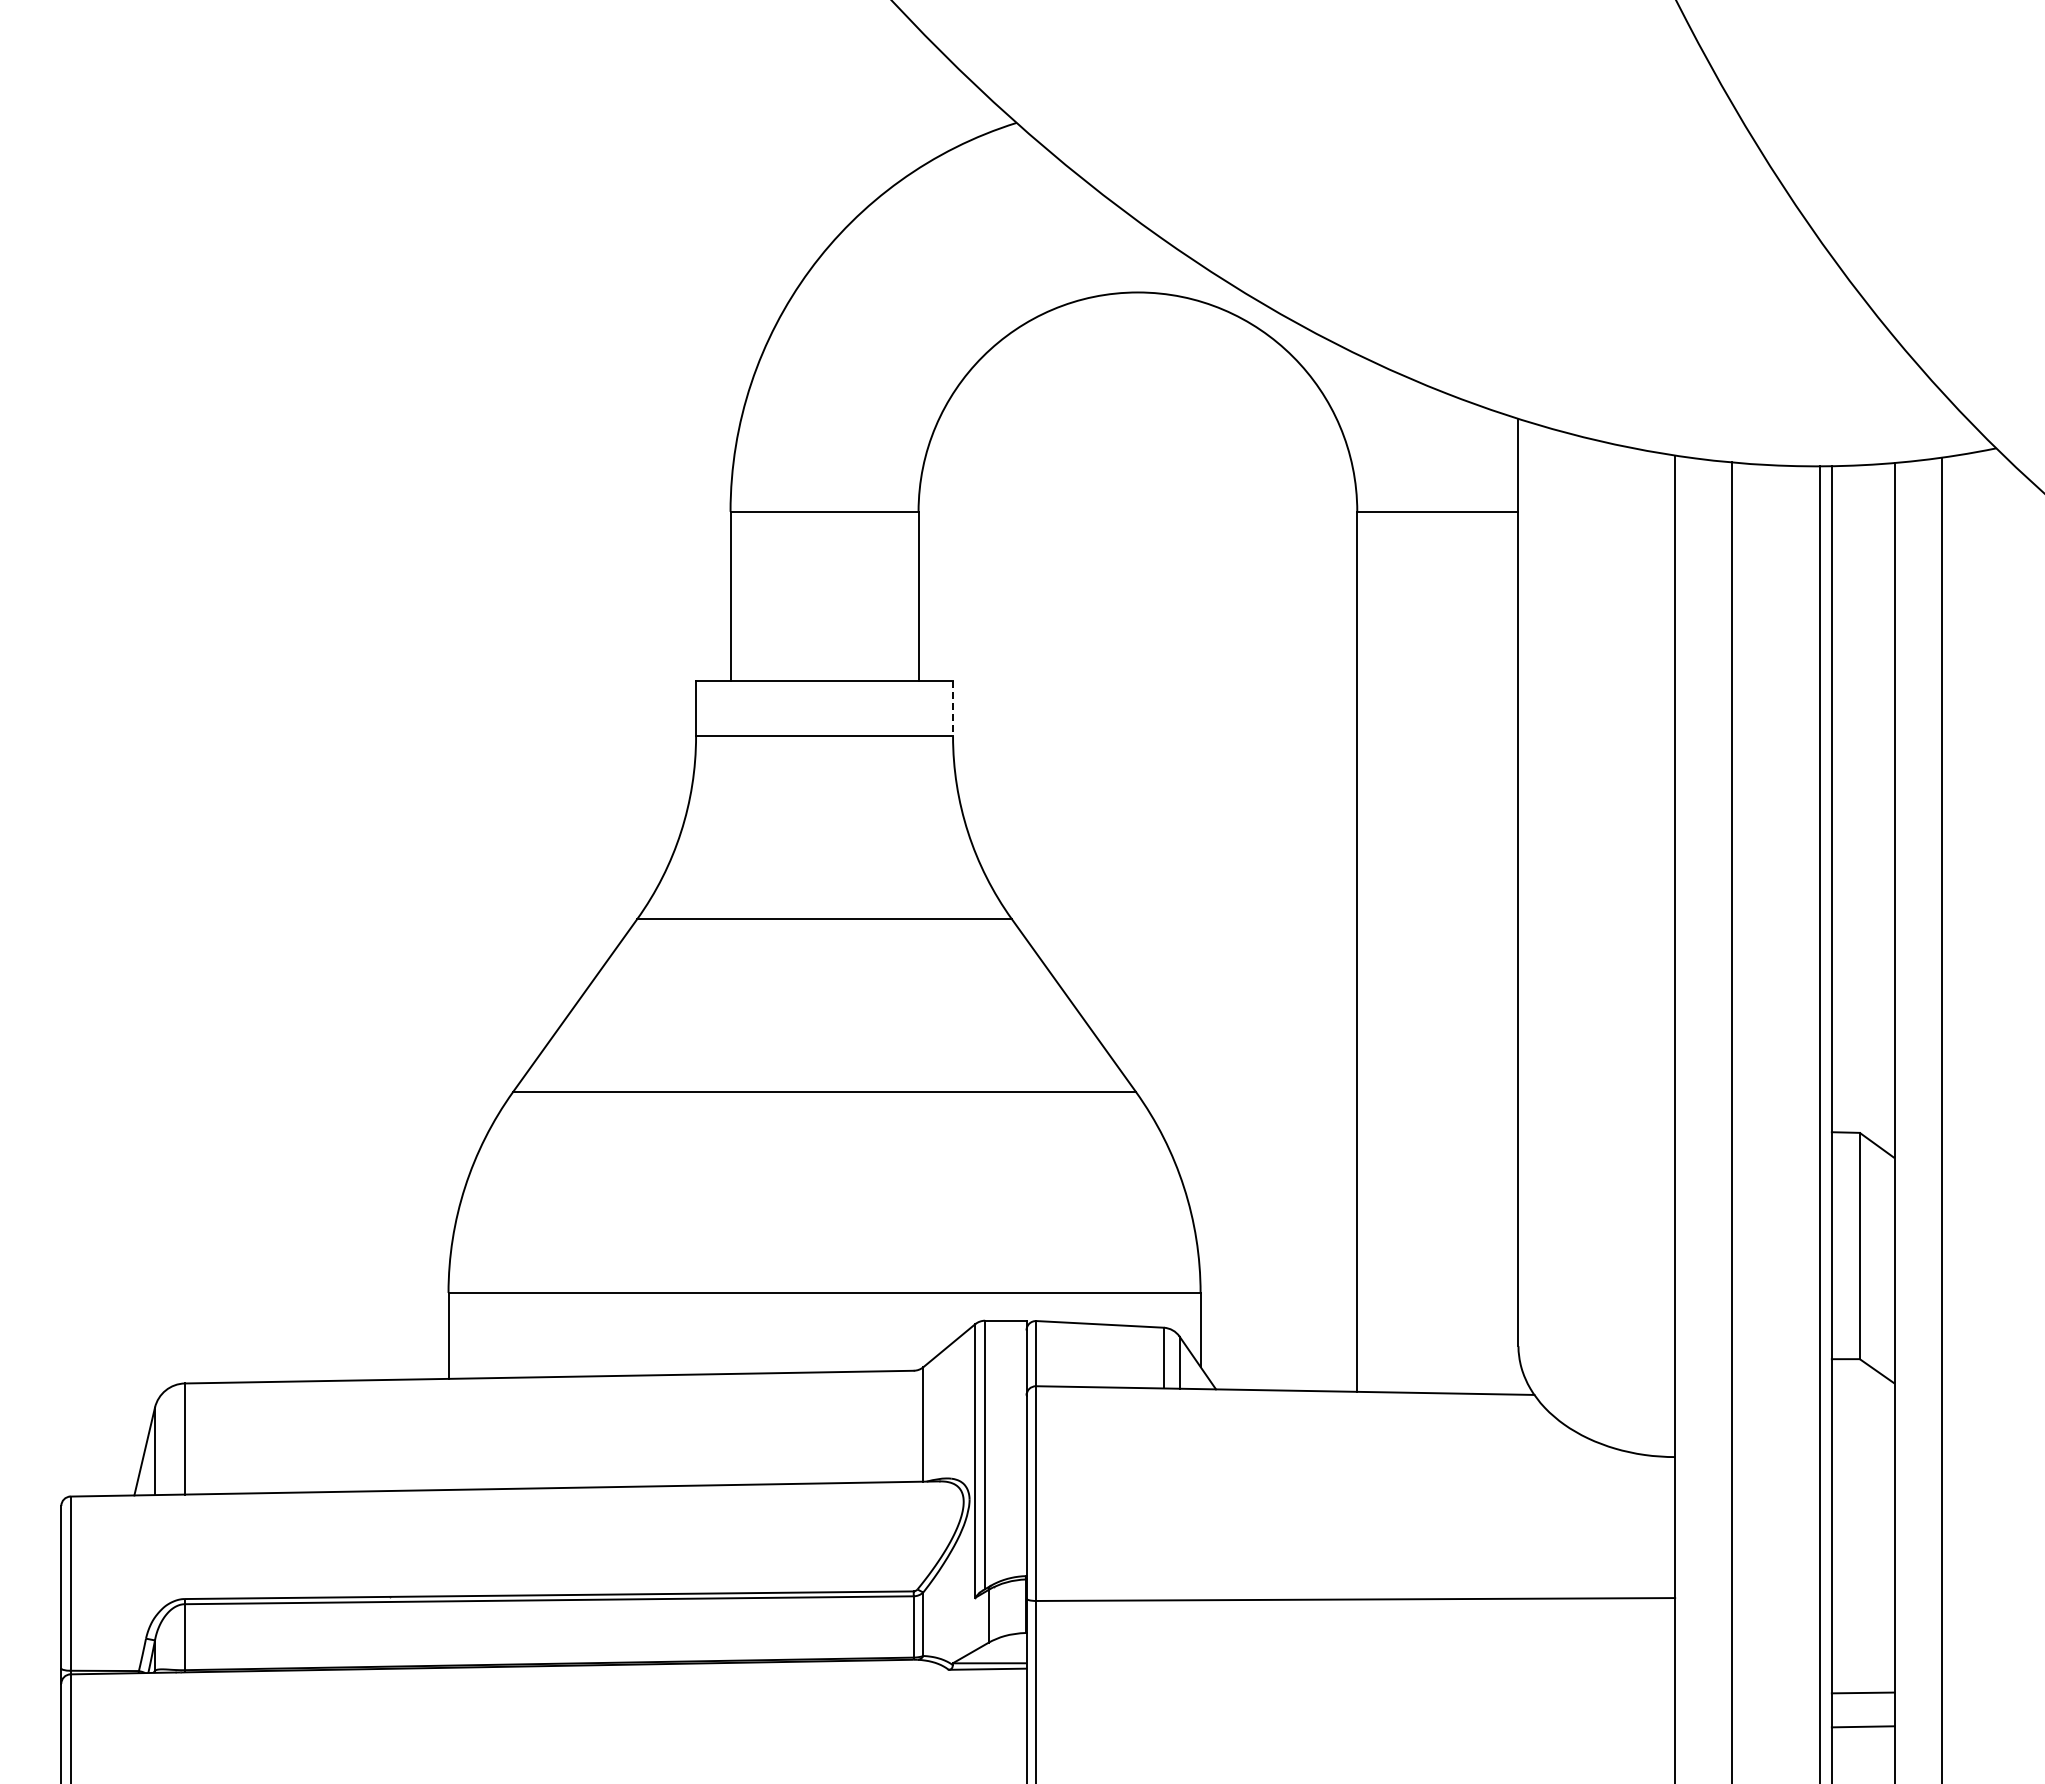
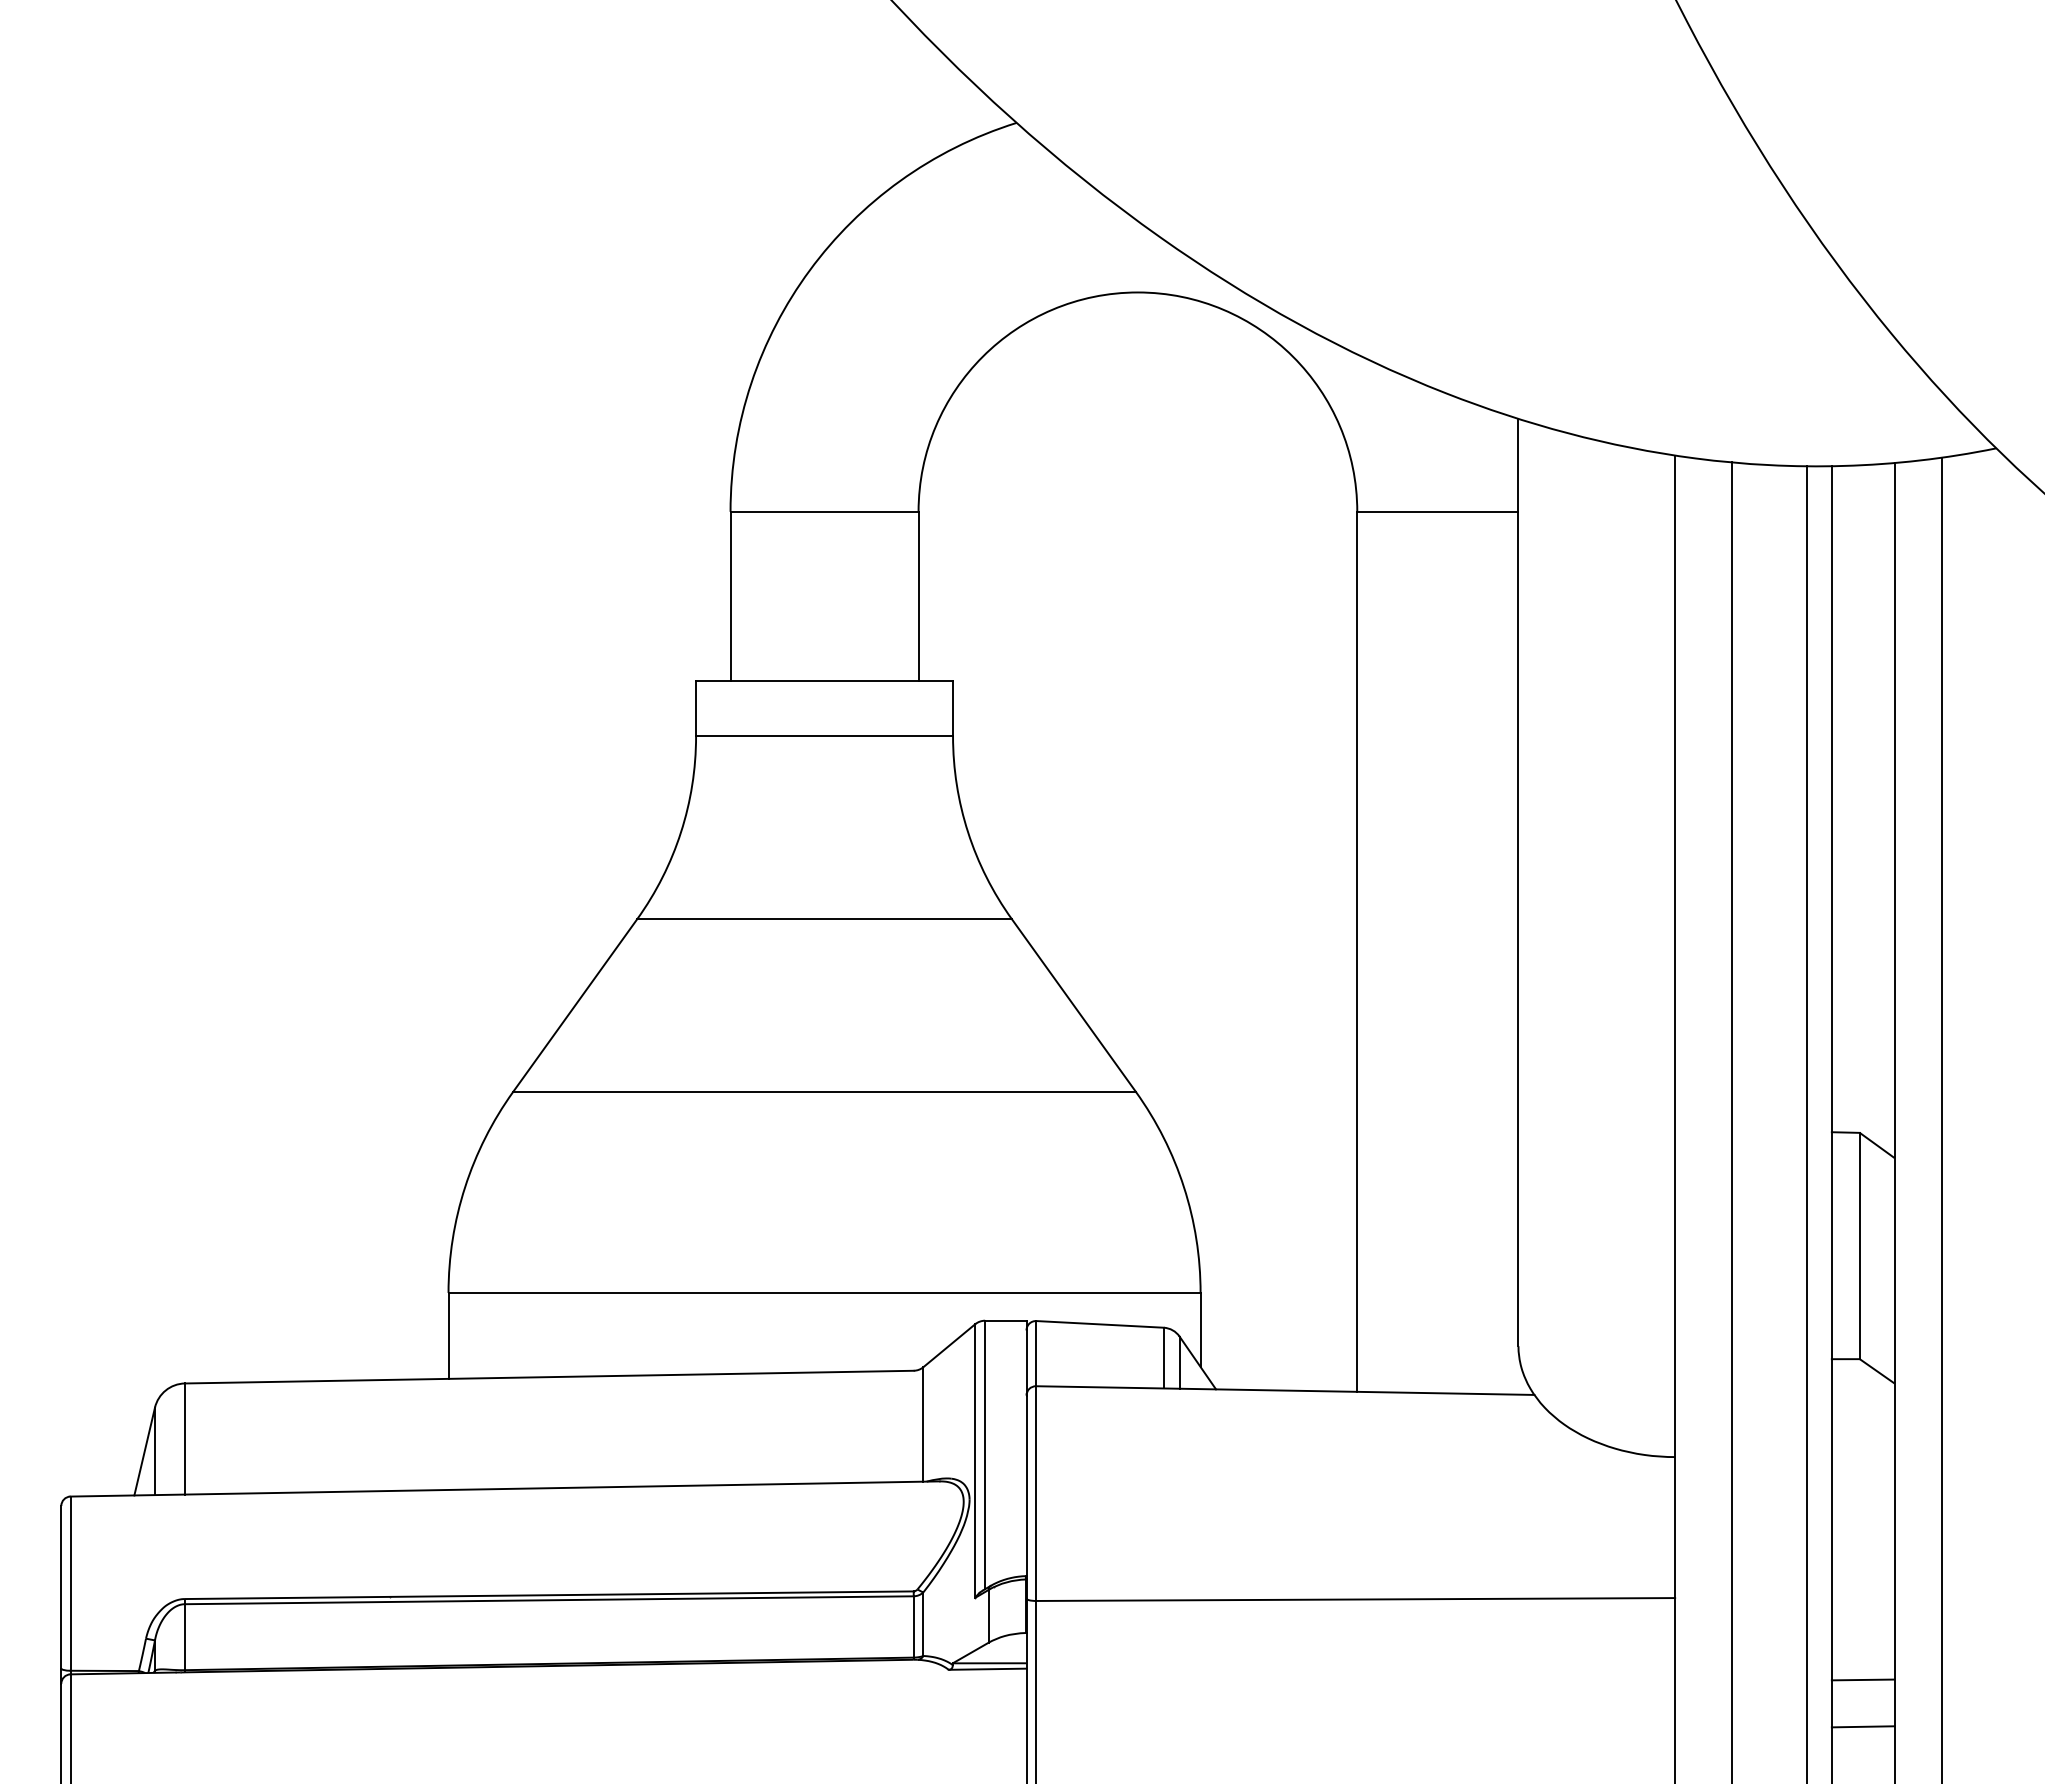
line at (953, 708): dashed -> solid
line at (1819, 1123) position: (1819, 1123) -> (1806, 1123)
line at (1862, 1692) position: (1862, 1692) -> (1862, 1679)
